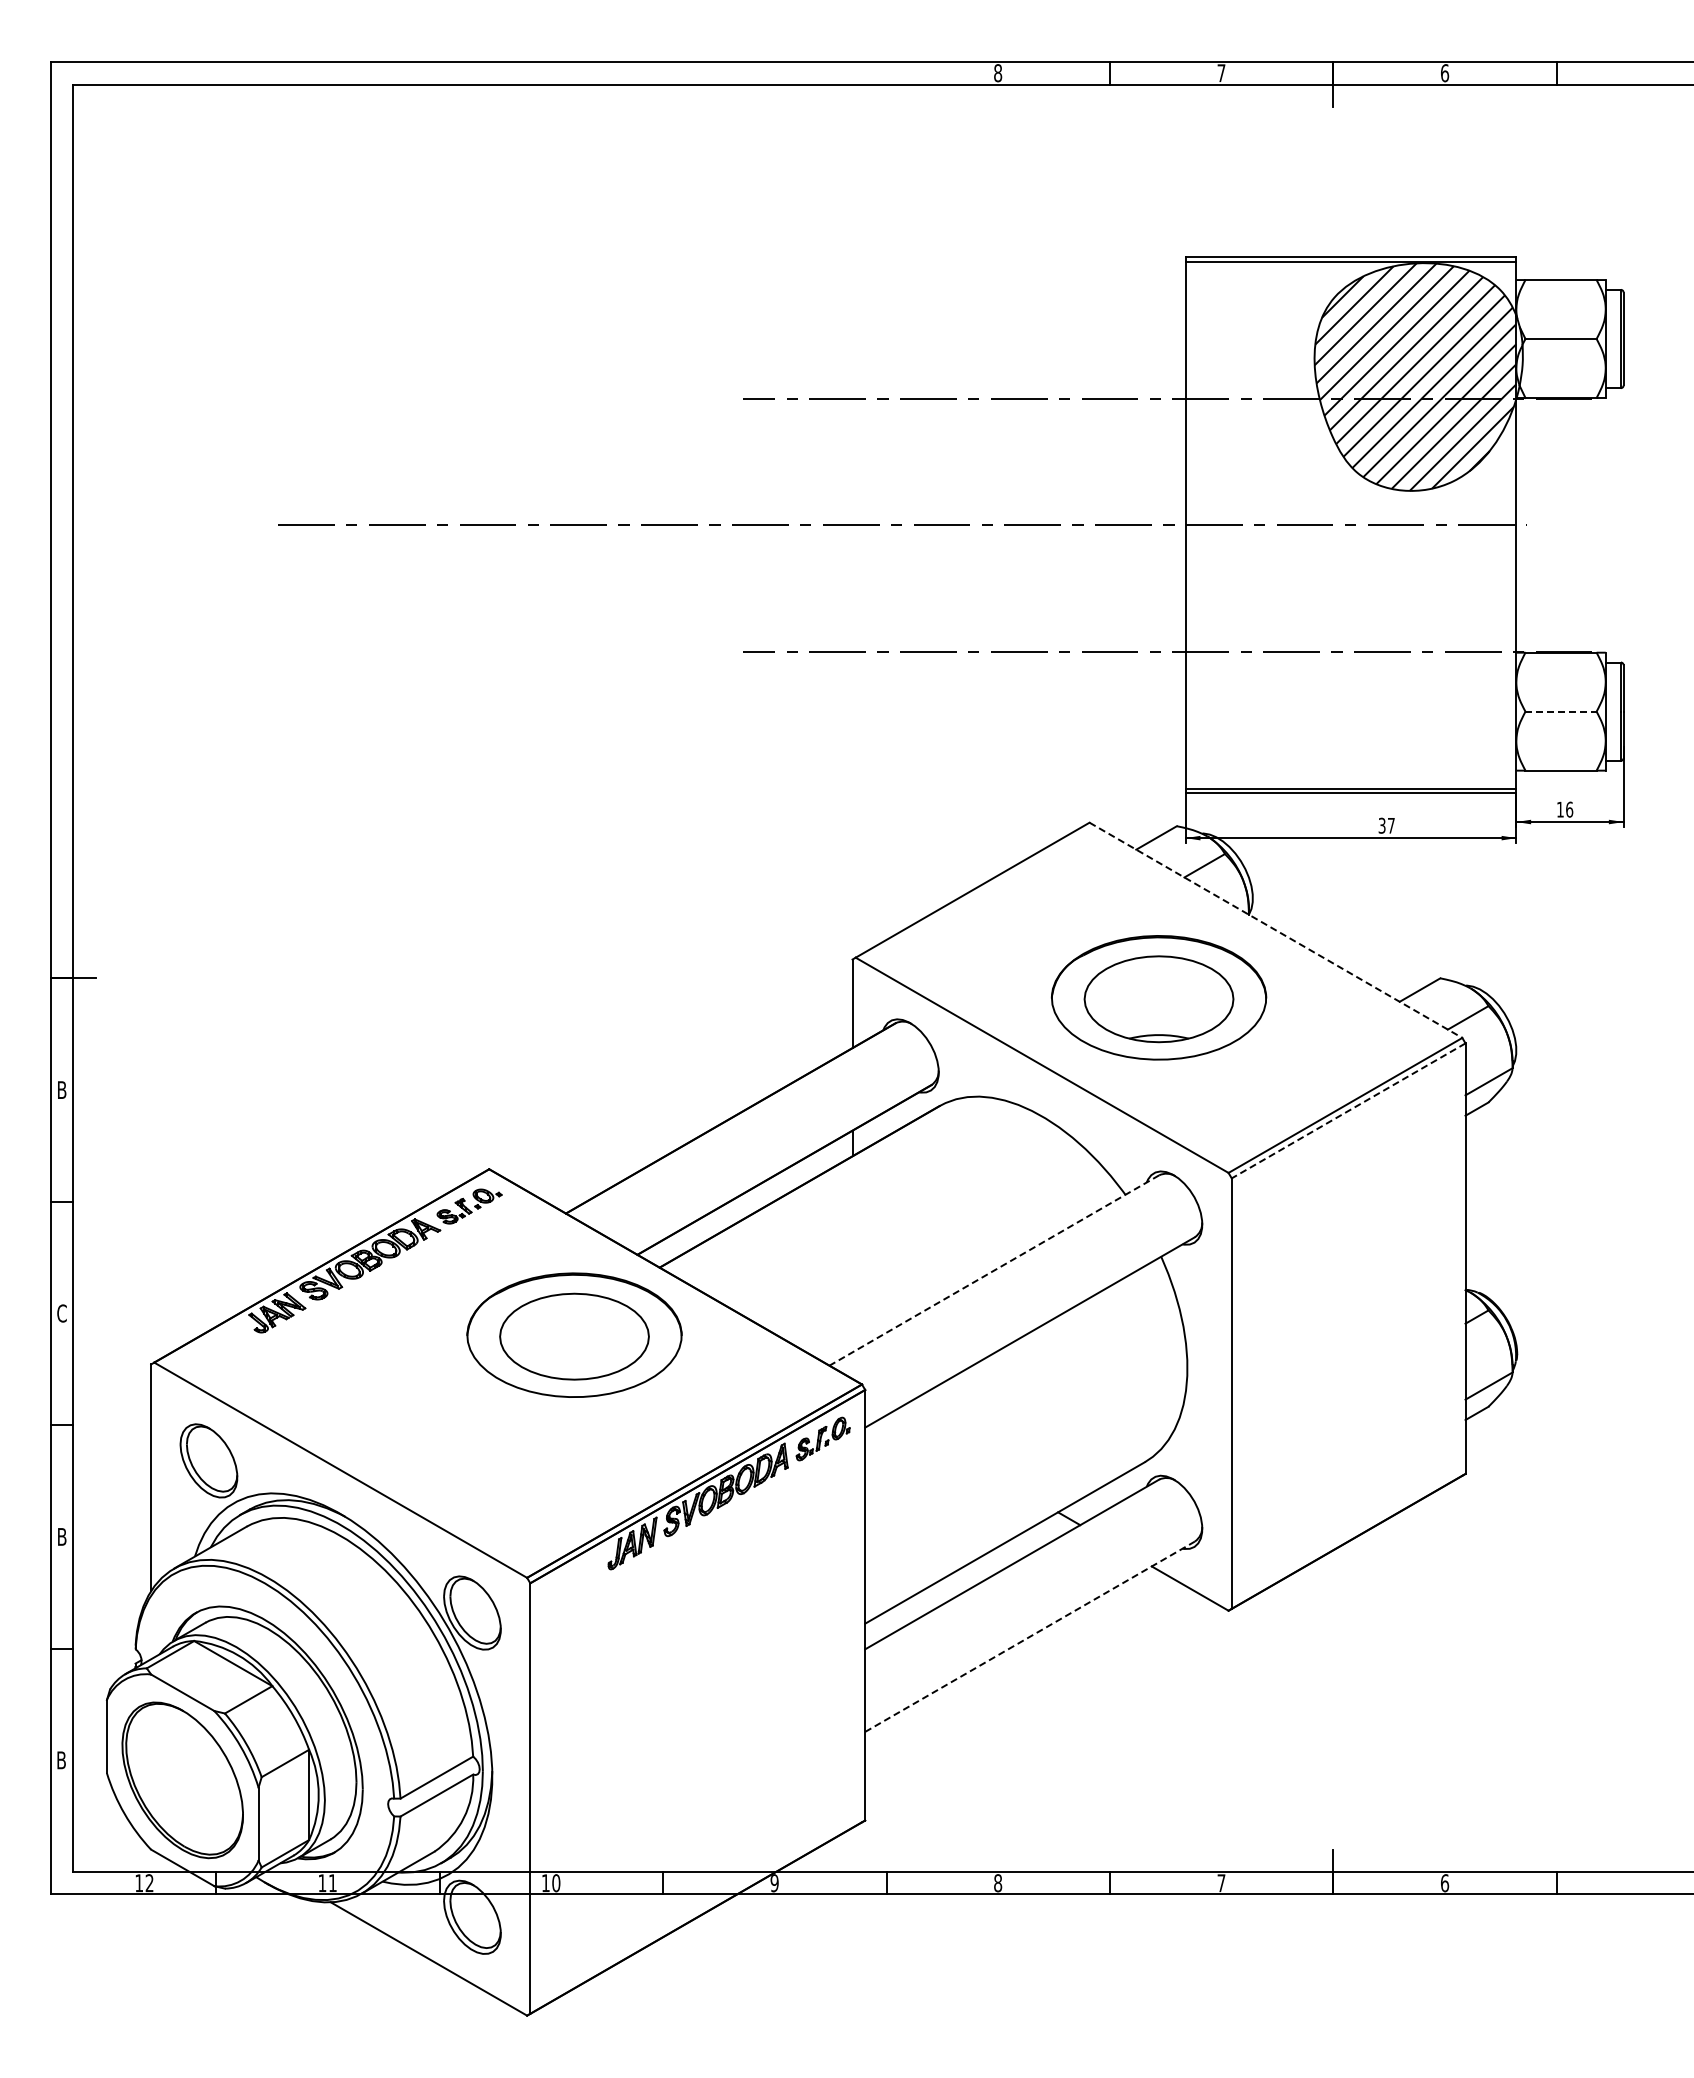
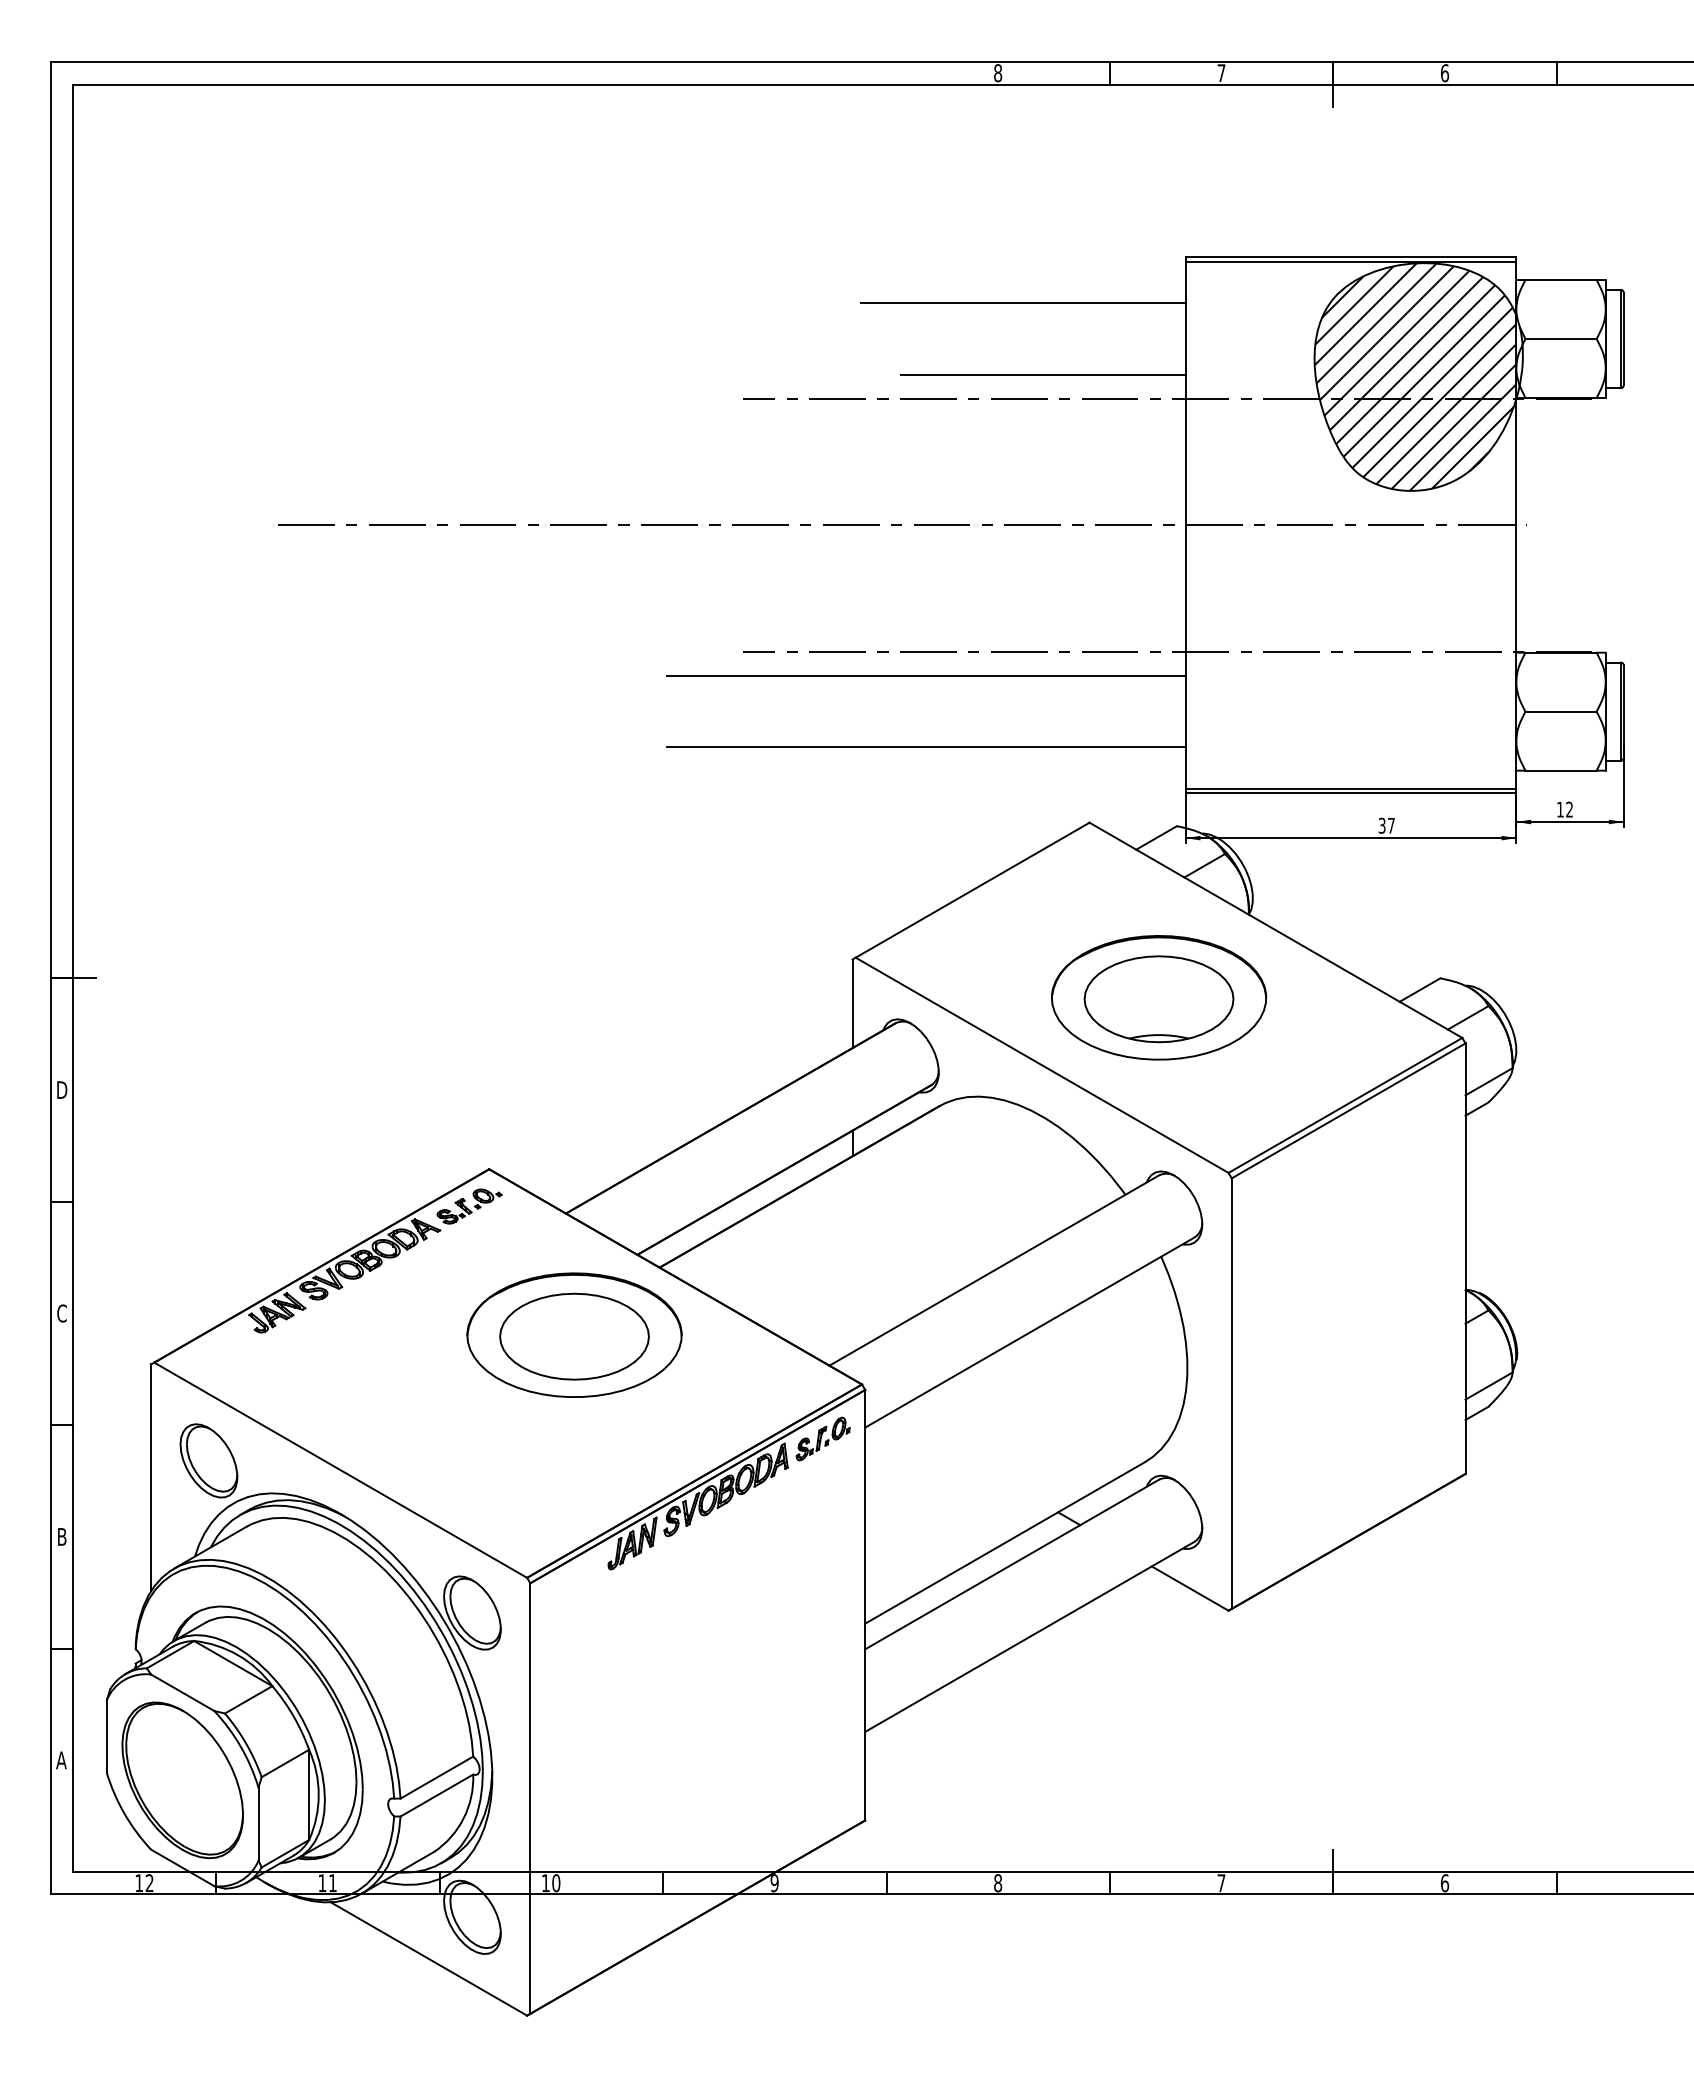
line at (1023, 303): none -> present
line at (1042, 374): none -> present
line at (926, 675): none -> present
line at (1561, 711): dashed -> solid
line at (926, 747): none -> present
text at (1569, 809): 16 -> 12
line at (1276, 930): dashed -> solid
text at (62, 1089): B -> D
line at (1348, 1110): dashed -> solid
line at (993, 1270): dashed -> solid
line at (1030, 1636): dashed -> solid
text at (61, 1760): B -> A
